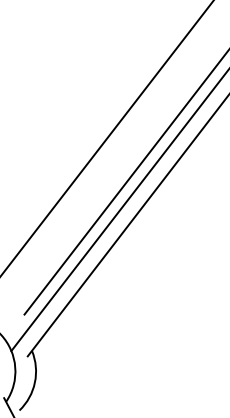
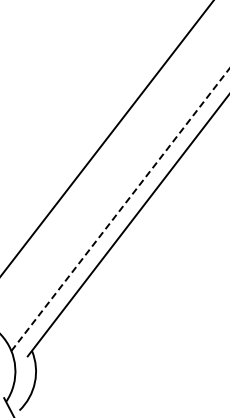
line at (125, 183): present -> none
line at (120, 209): solid -> dashed
